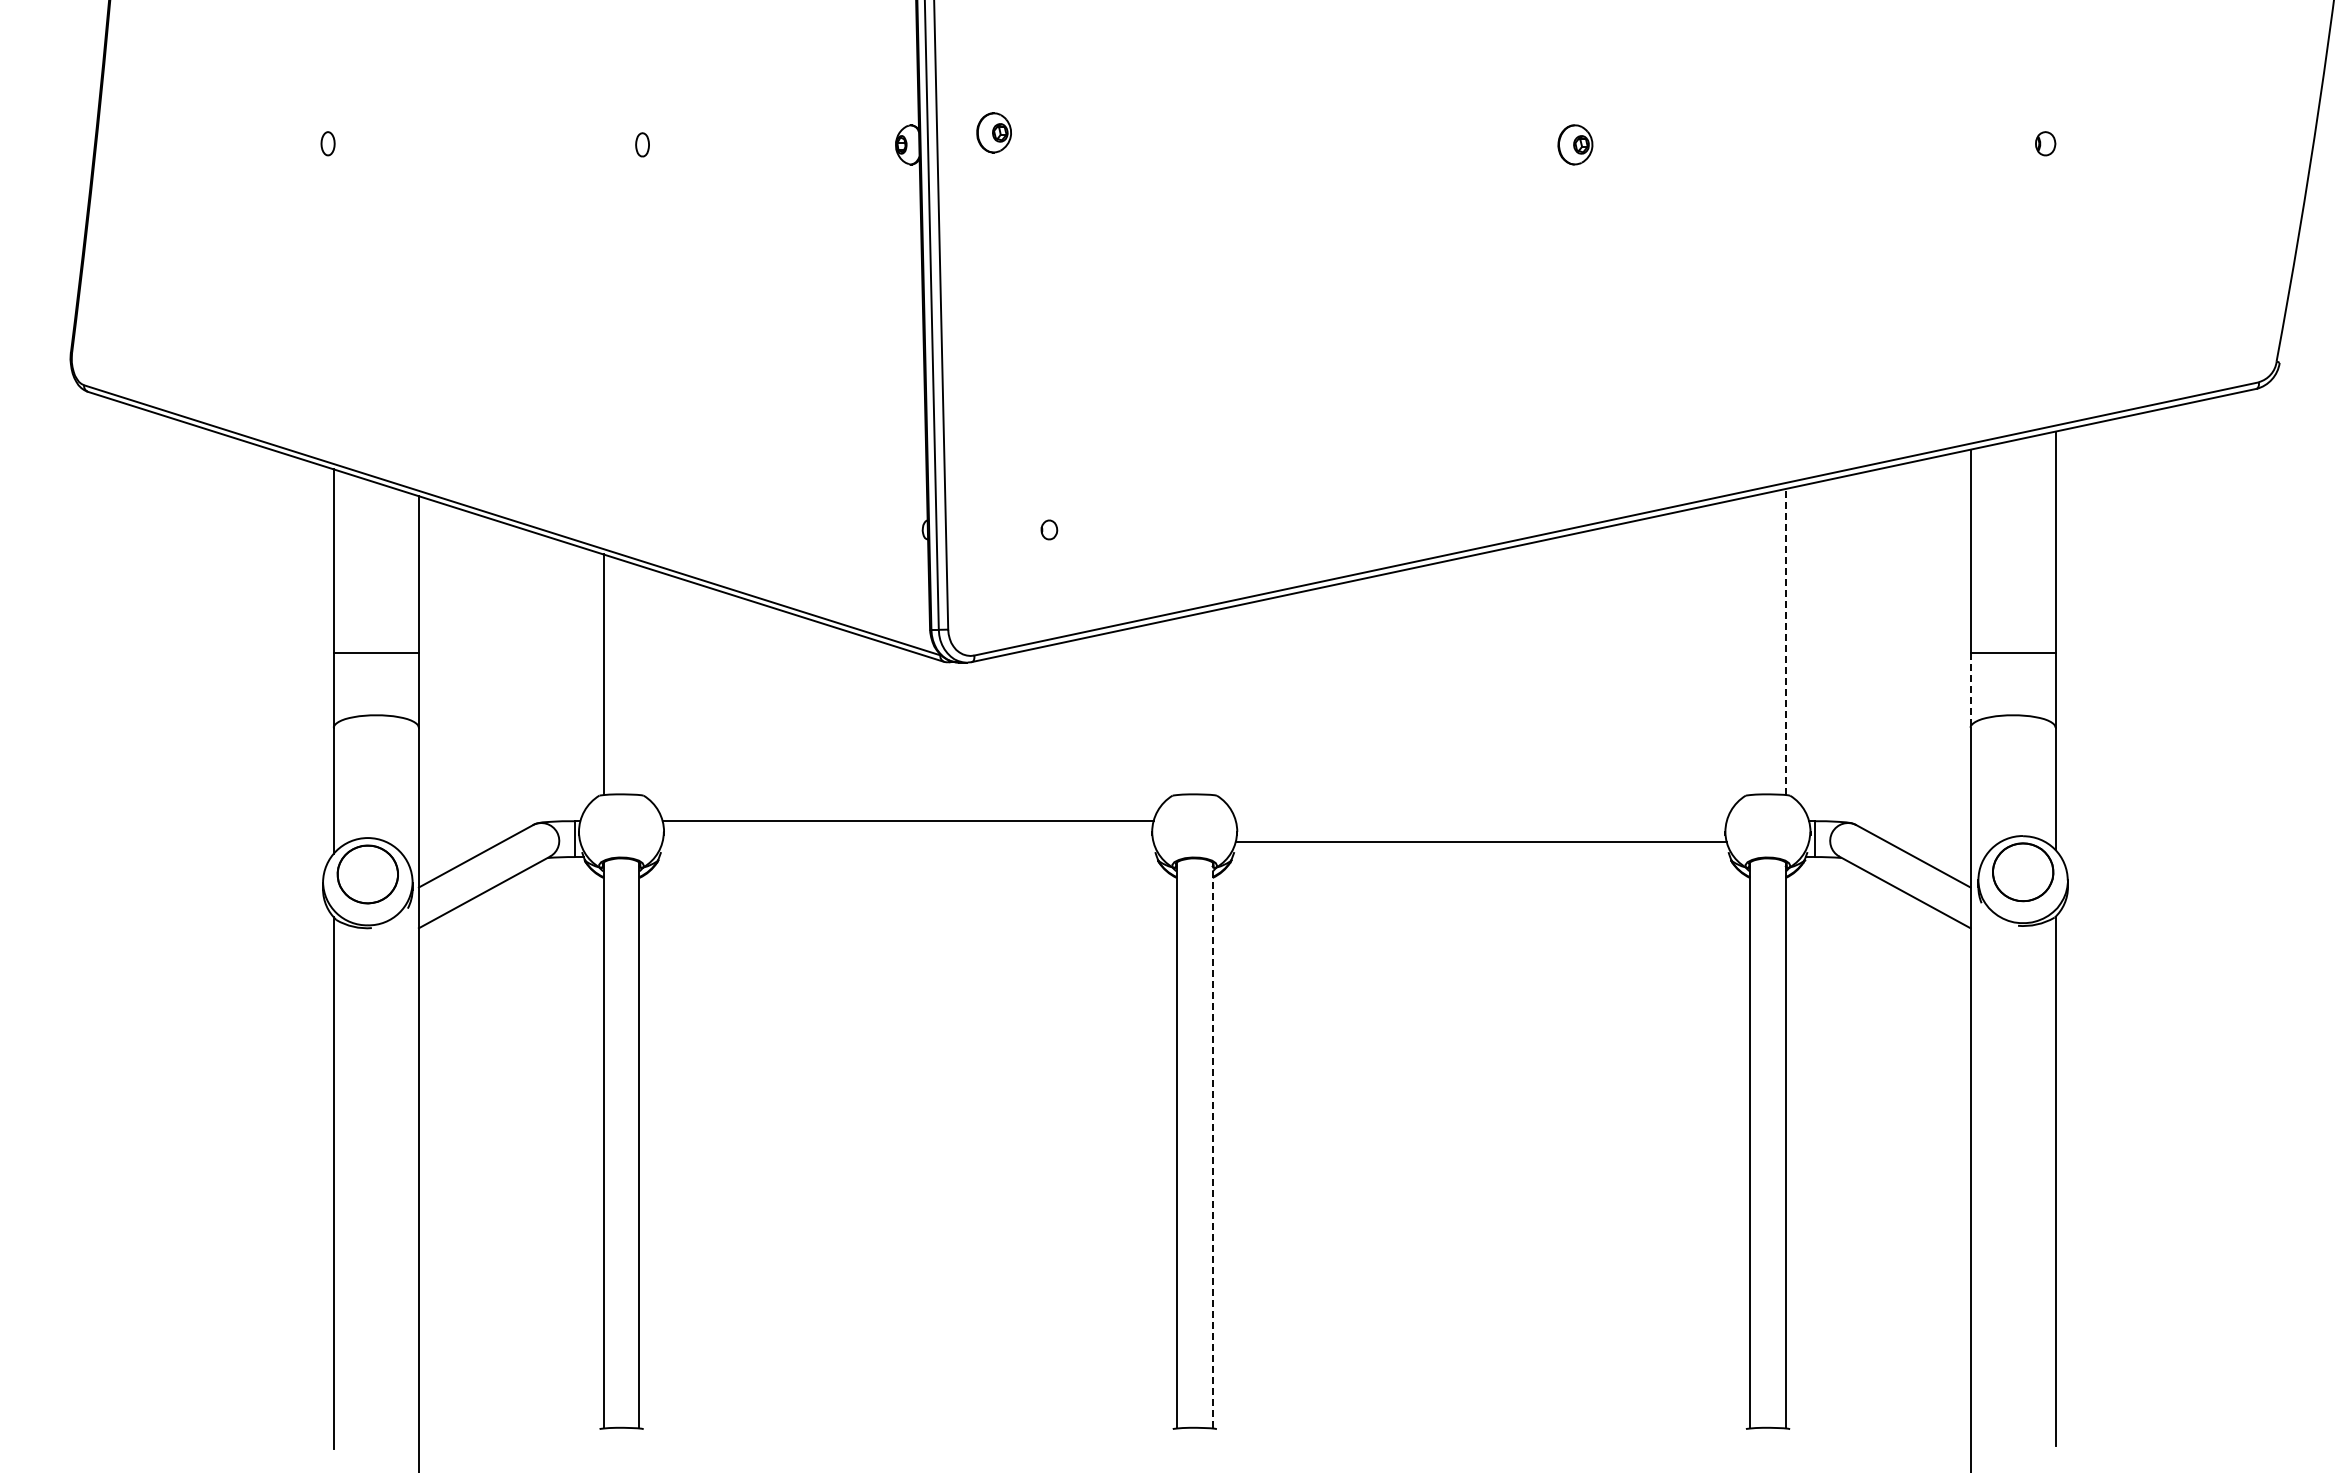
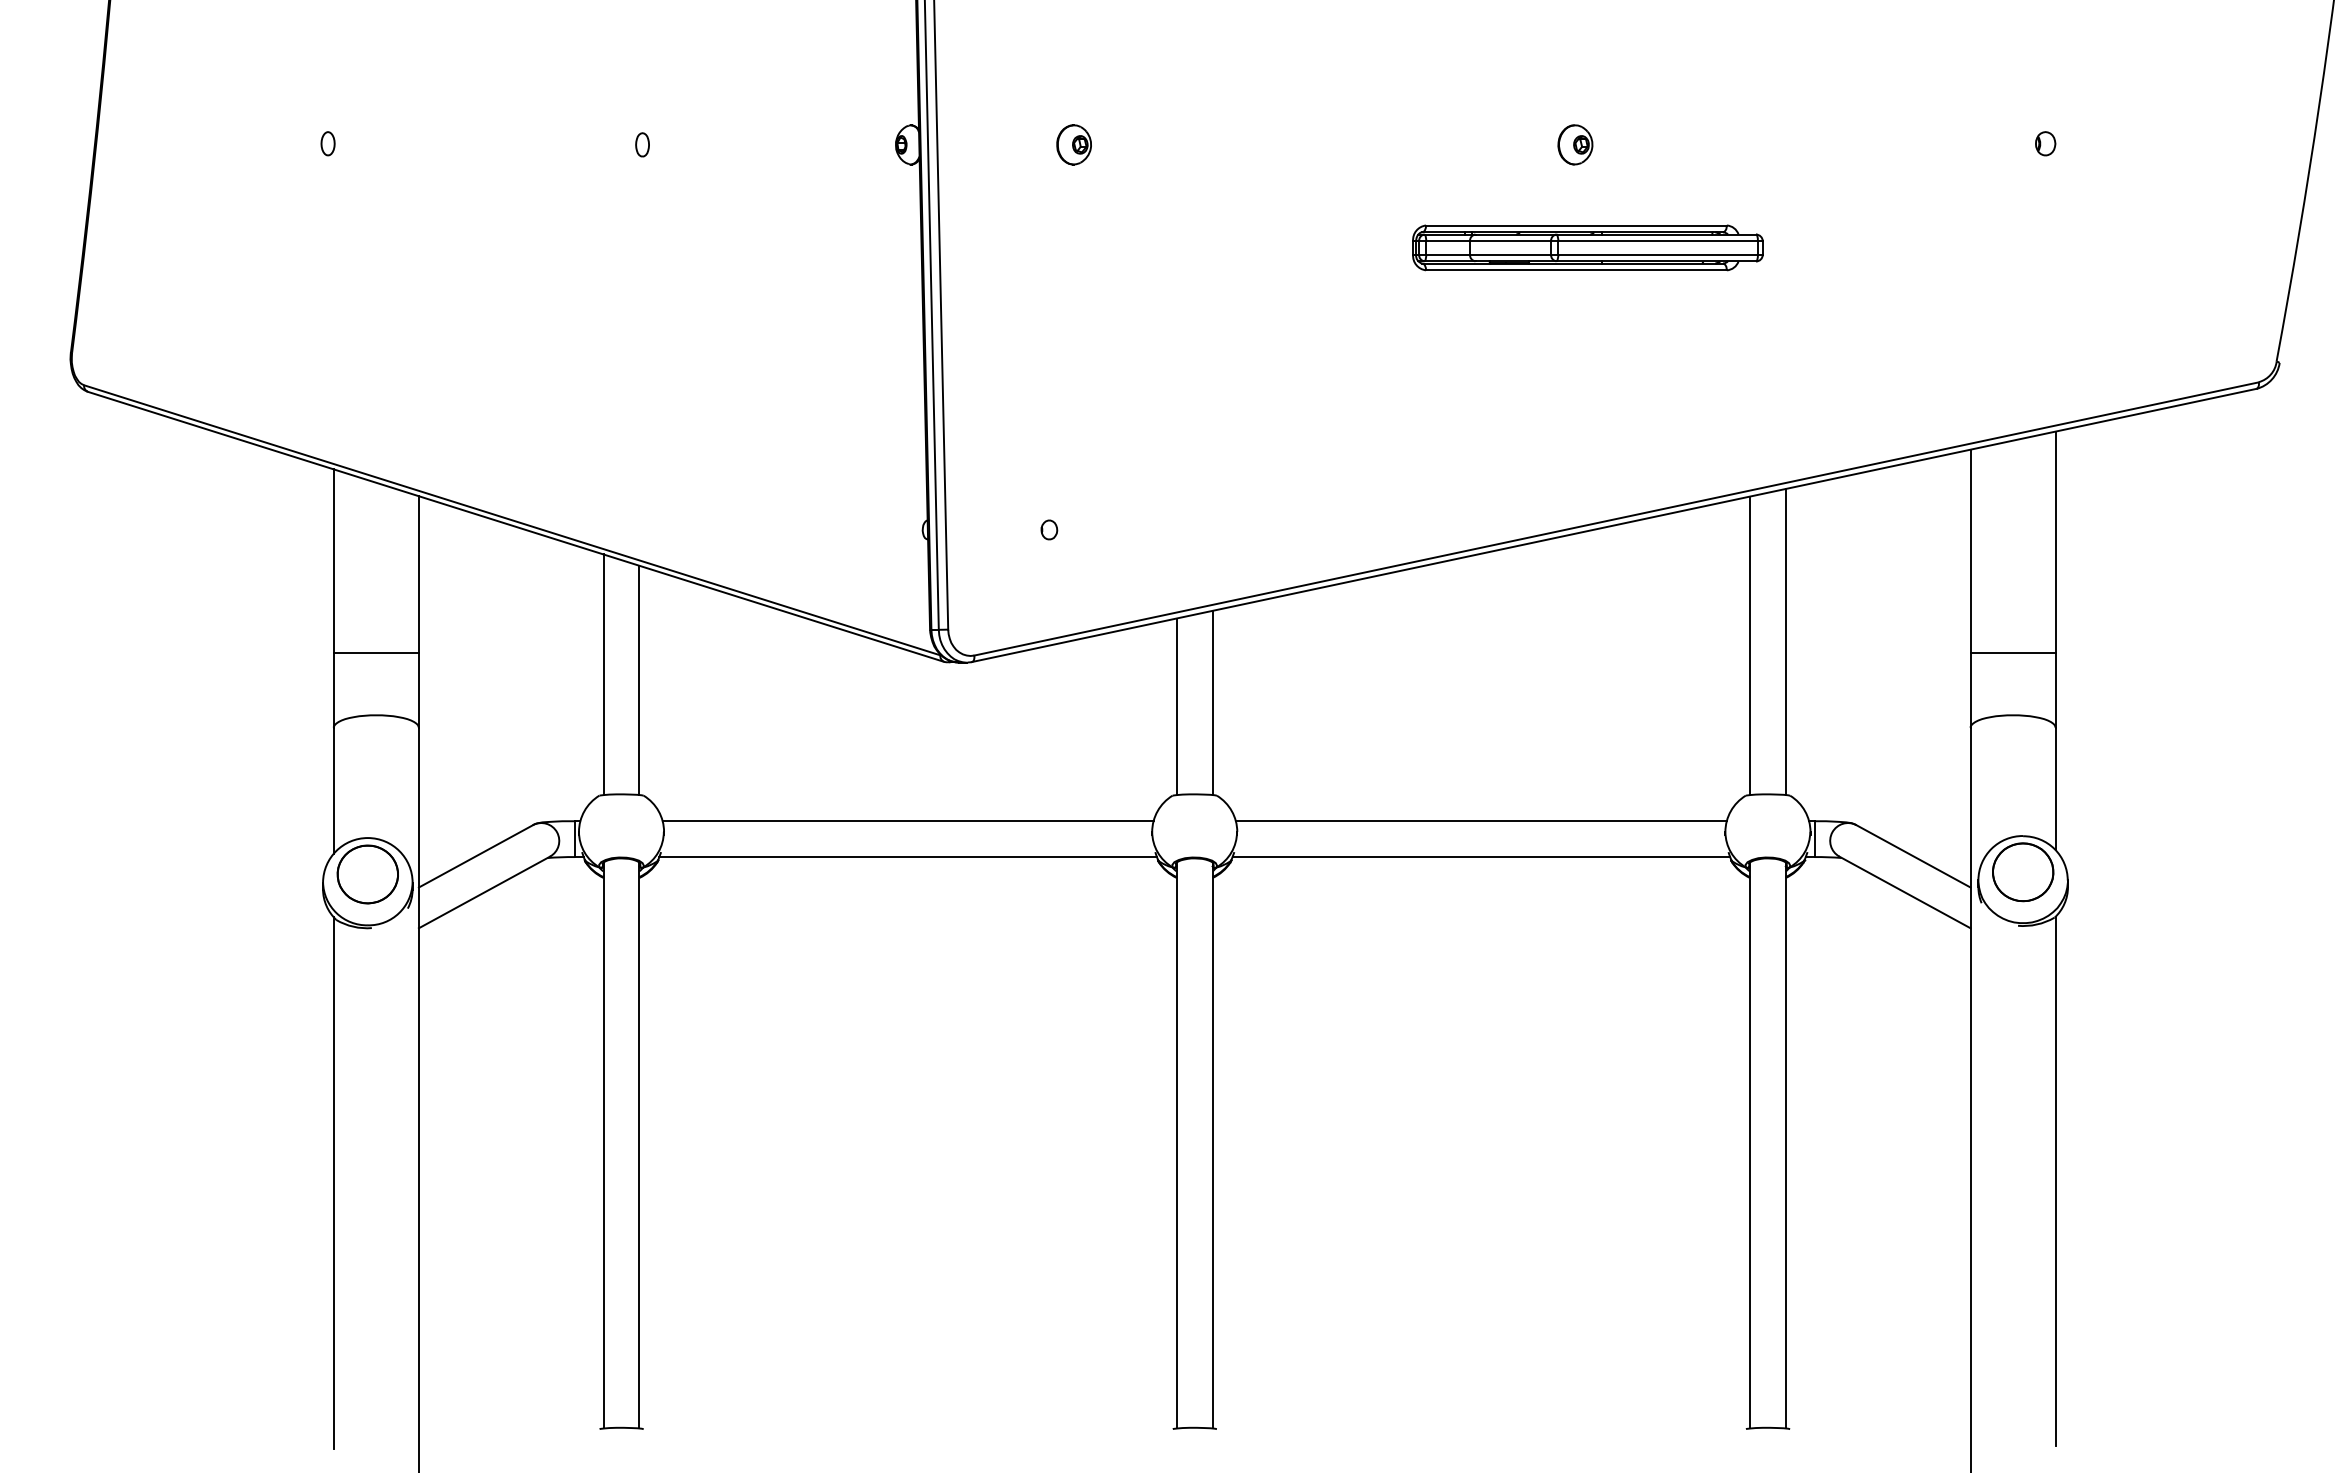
part at (993, 132) position: (993, 132) -> (1073, 144)
part at (1587, 247): none -> present
line at (1785, 641): dashed -> solid
line at (1750, 645): none -> present
line at (639, 680): none -> present
line at (1970, 690): dashed -> solid
line at (1212, 702): none -> present
line at (1176, 706): none -> present
line at (1480, 842) position: (1480, 842) -> (1480, 821)
line at (907, 857): none -> present
line at (1481, 857): none -> present
line at (1212, 1144): dashed -> solid
